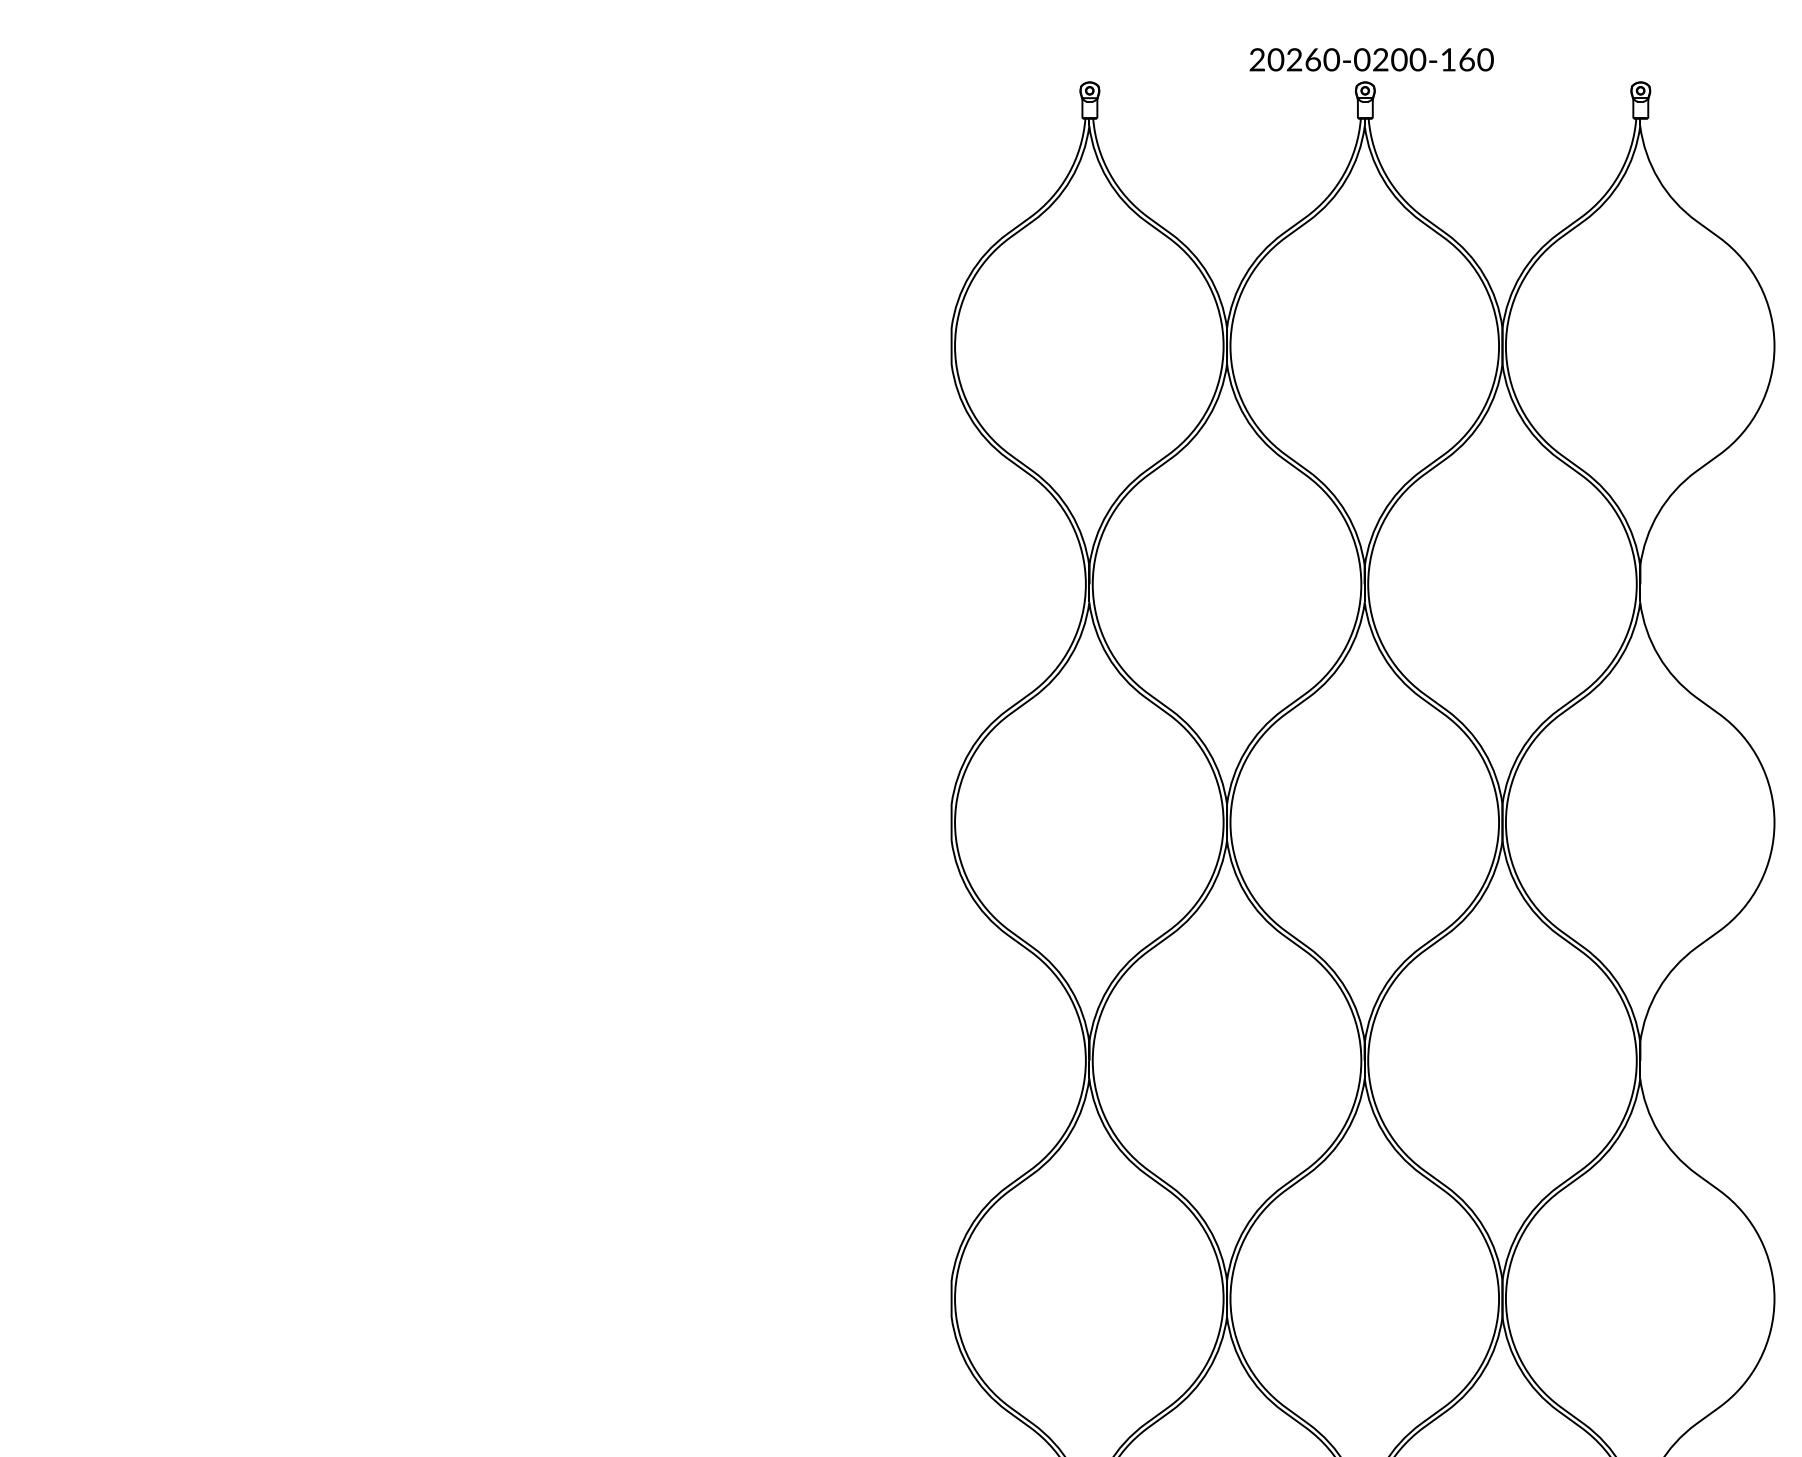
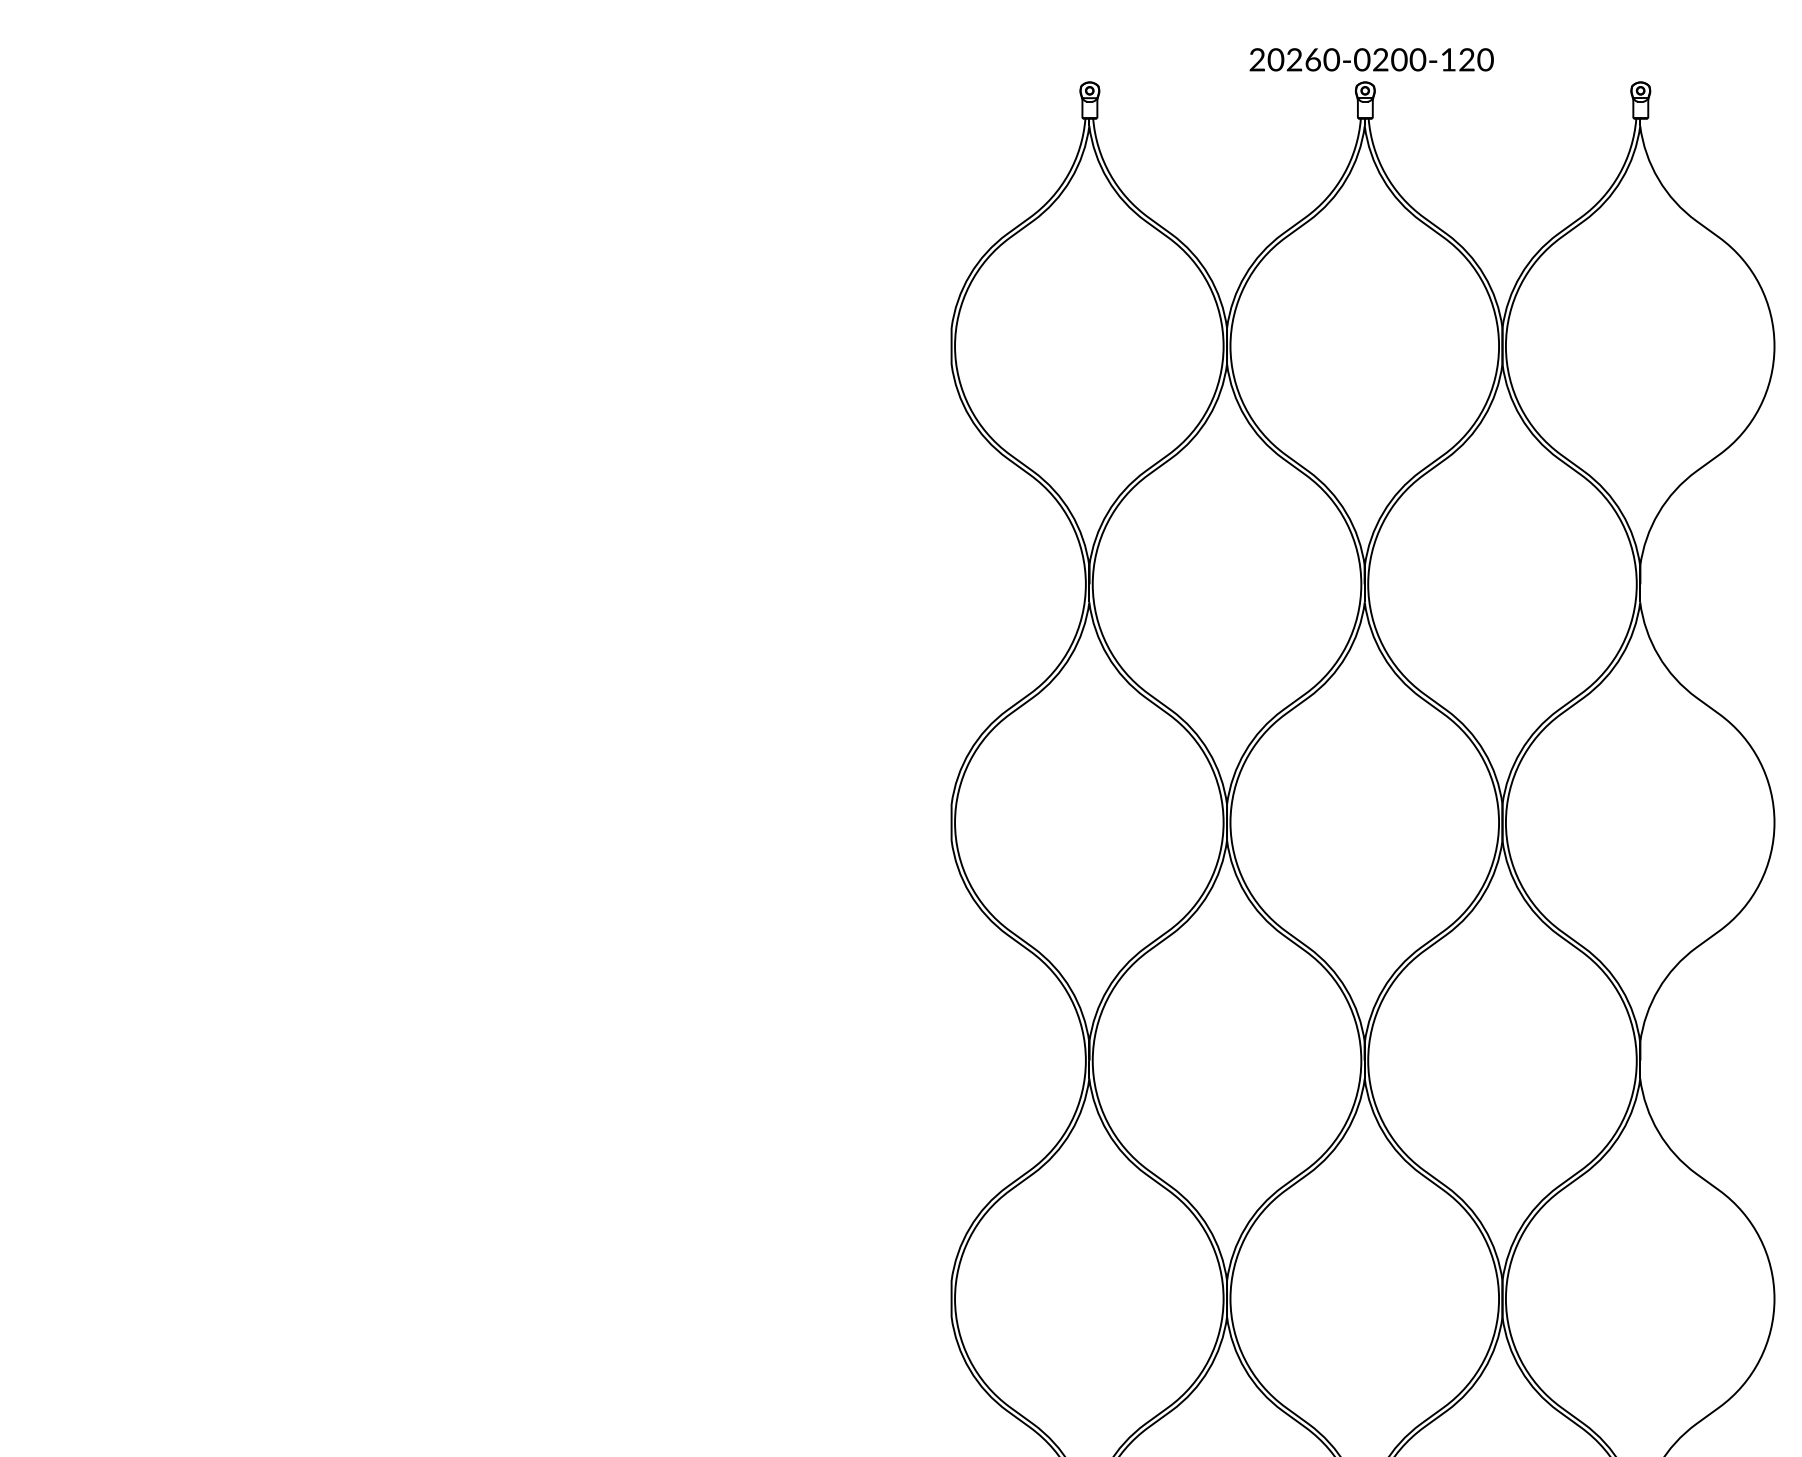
text at (1466, 59): 20260-0200-160 -> 20260-0200-120
